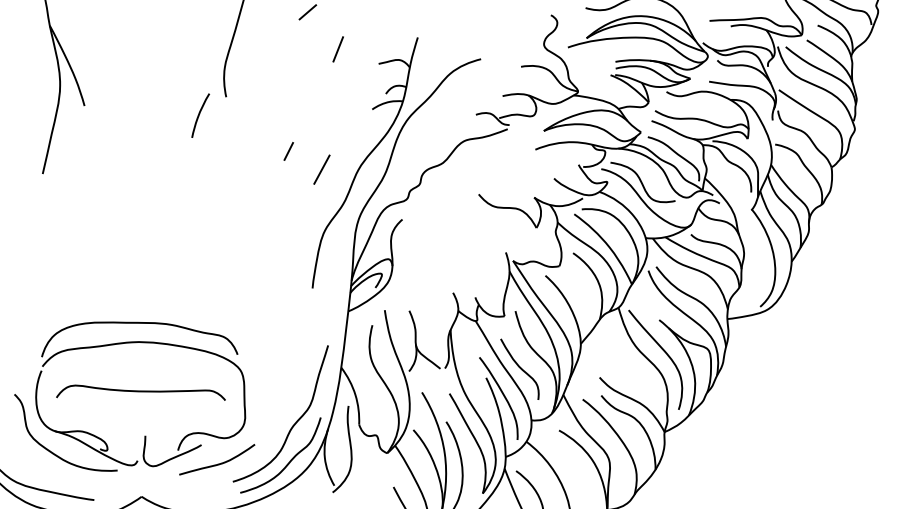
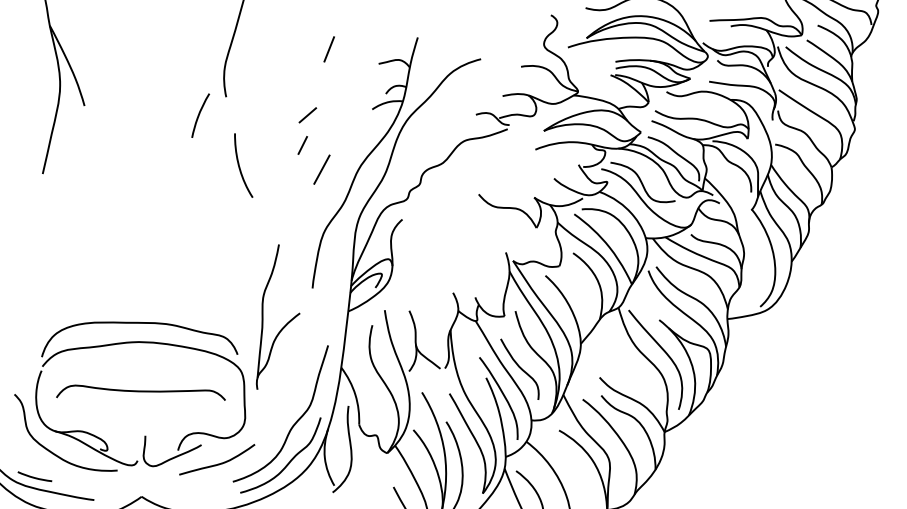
line at (307, 12) position: (307, 12) -> (307, 115)
line at (337, 49) position: (337, 49) -> (328, 49)
line at (288, 151) position: (288, 151) -> (302, 145)
curve at (240, 166): none -> present
part at (286, 323): none -> present
curve at (33, 476): none -> present
